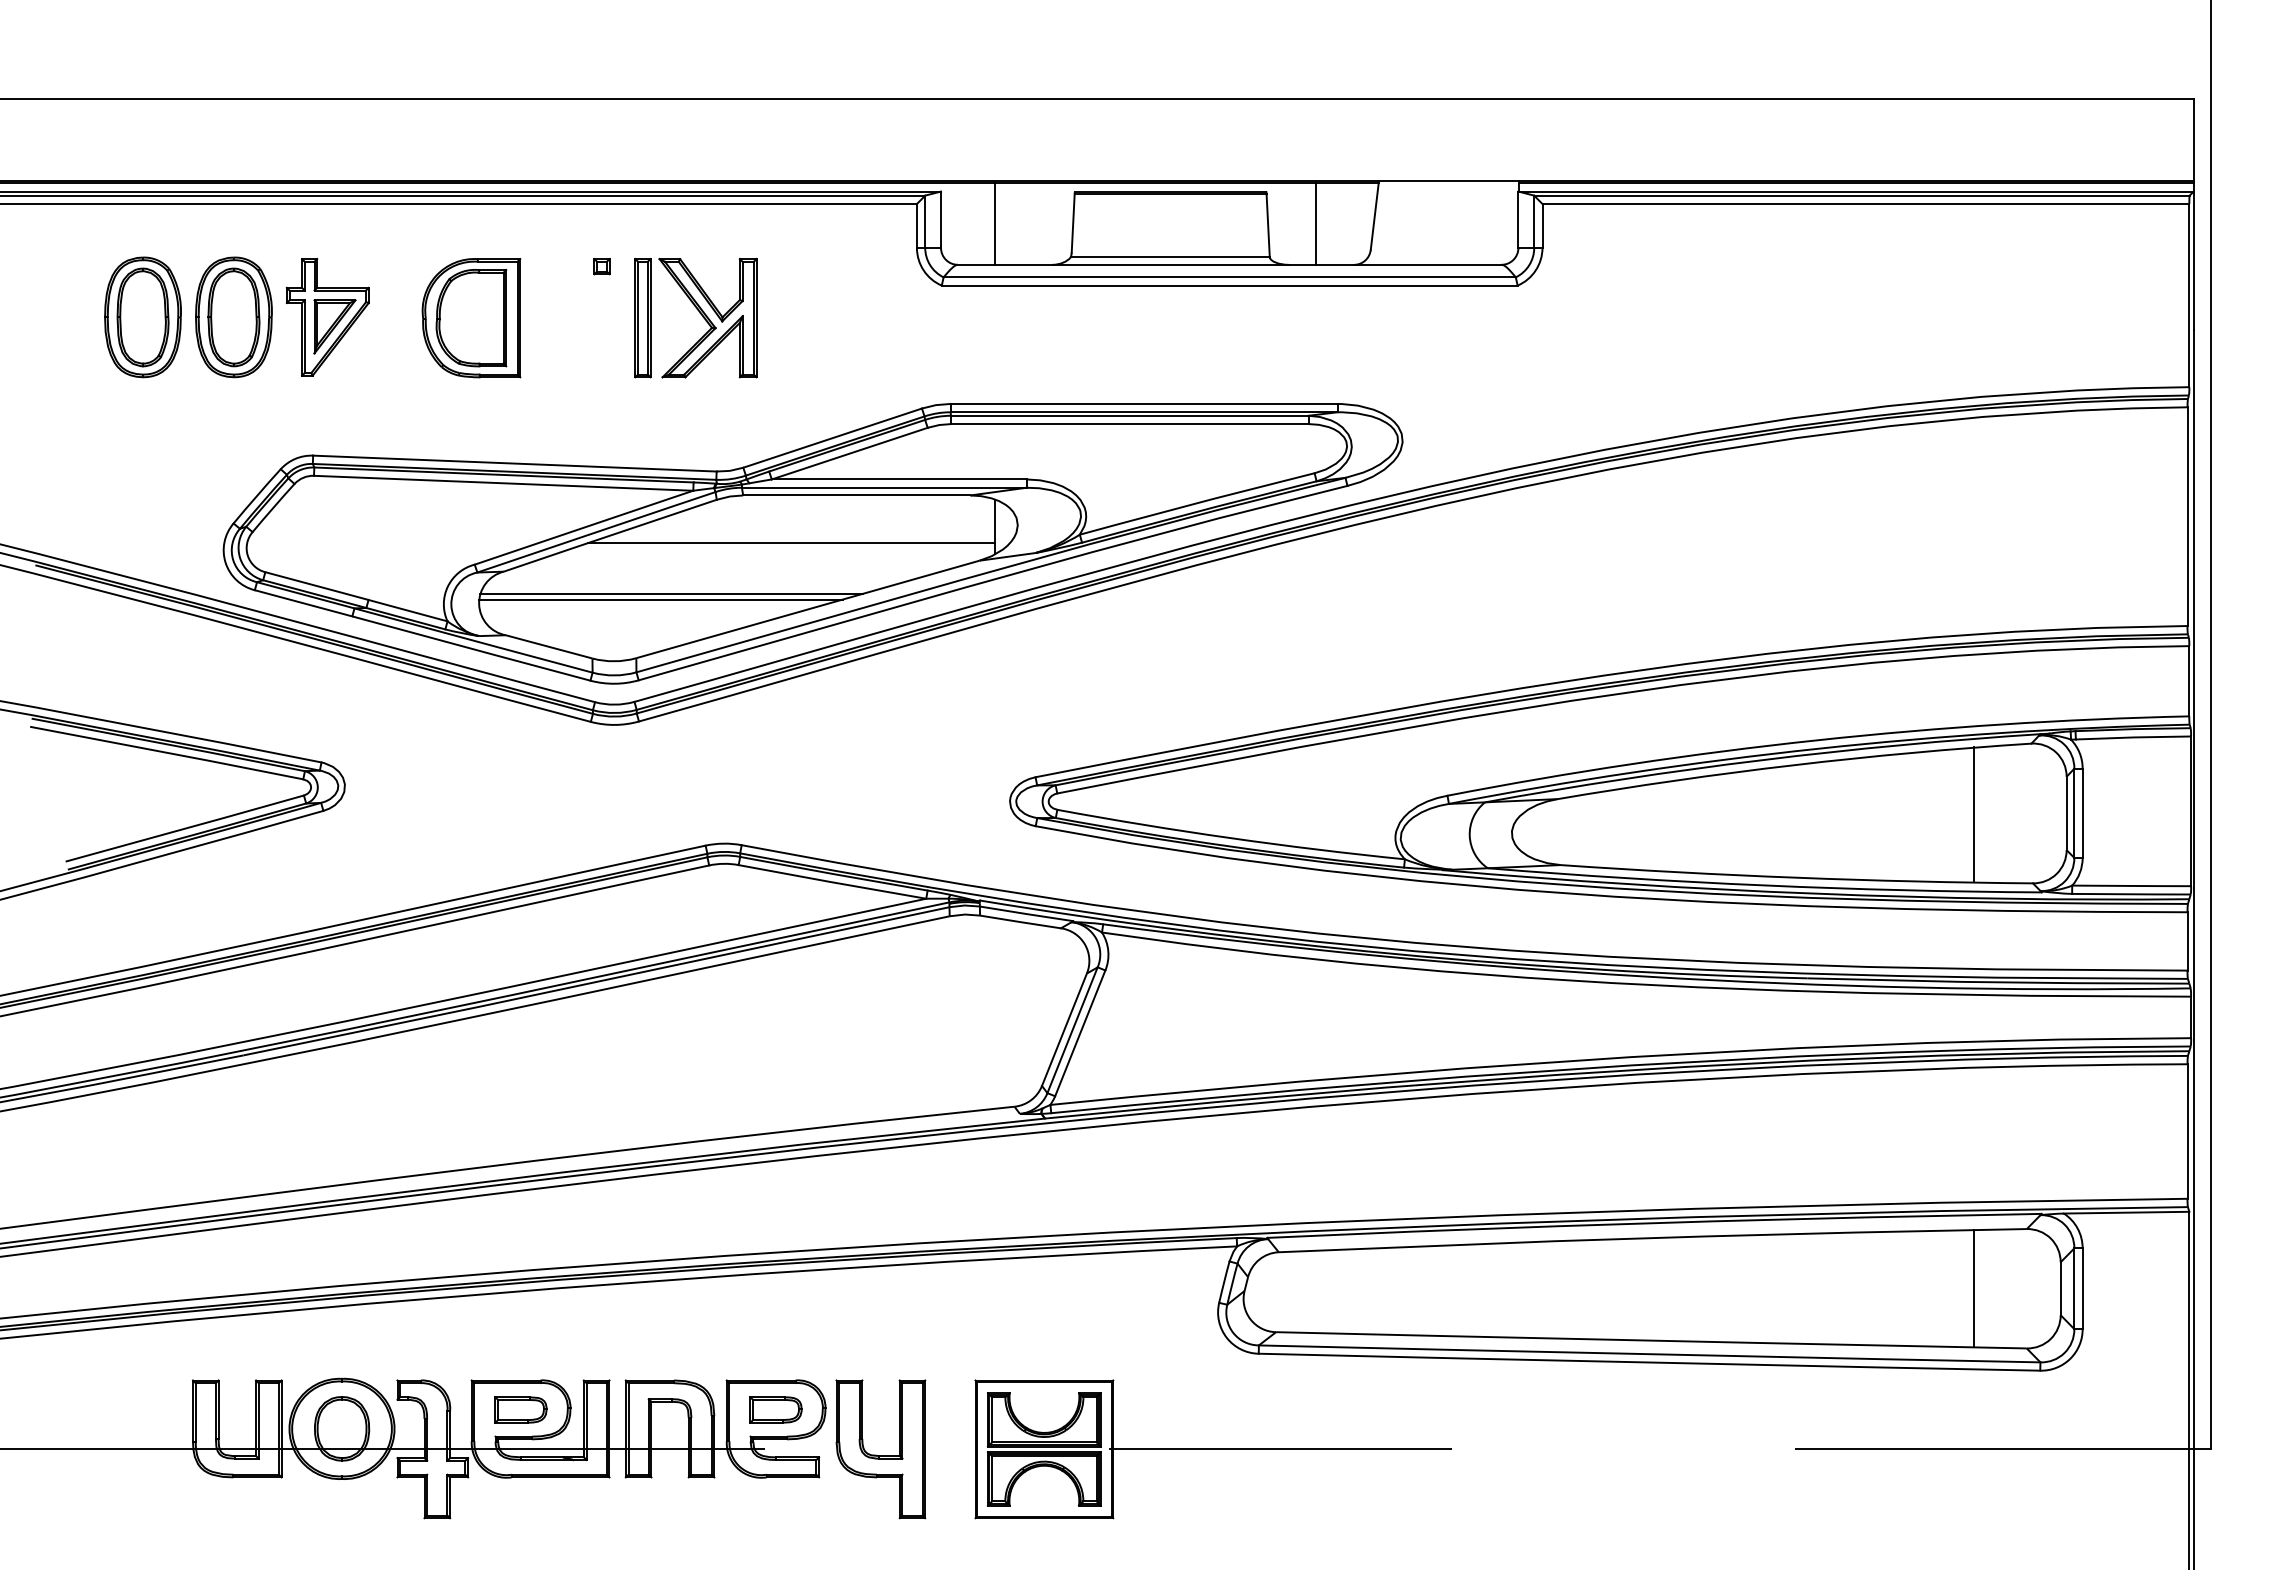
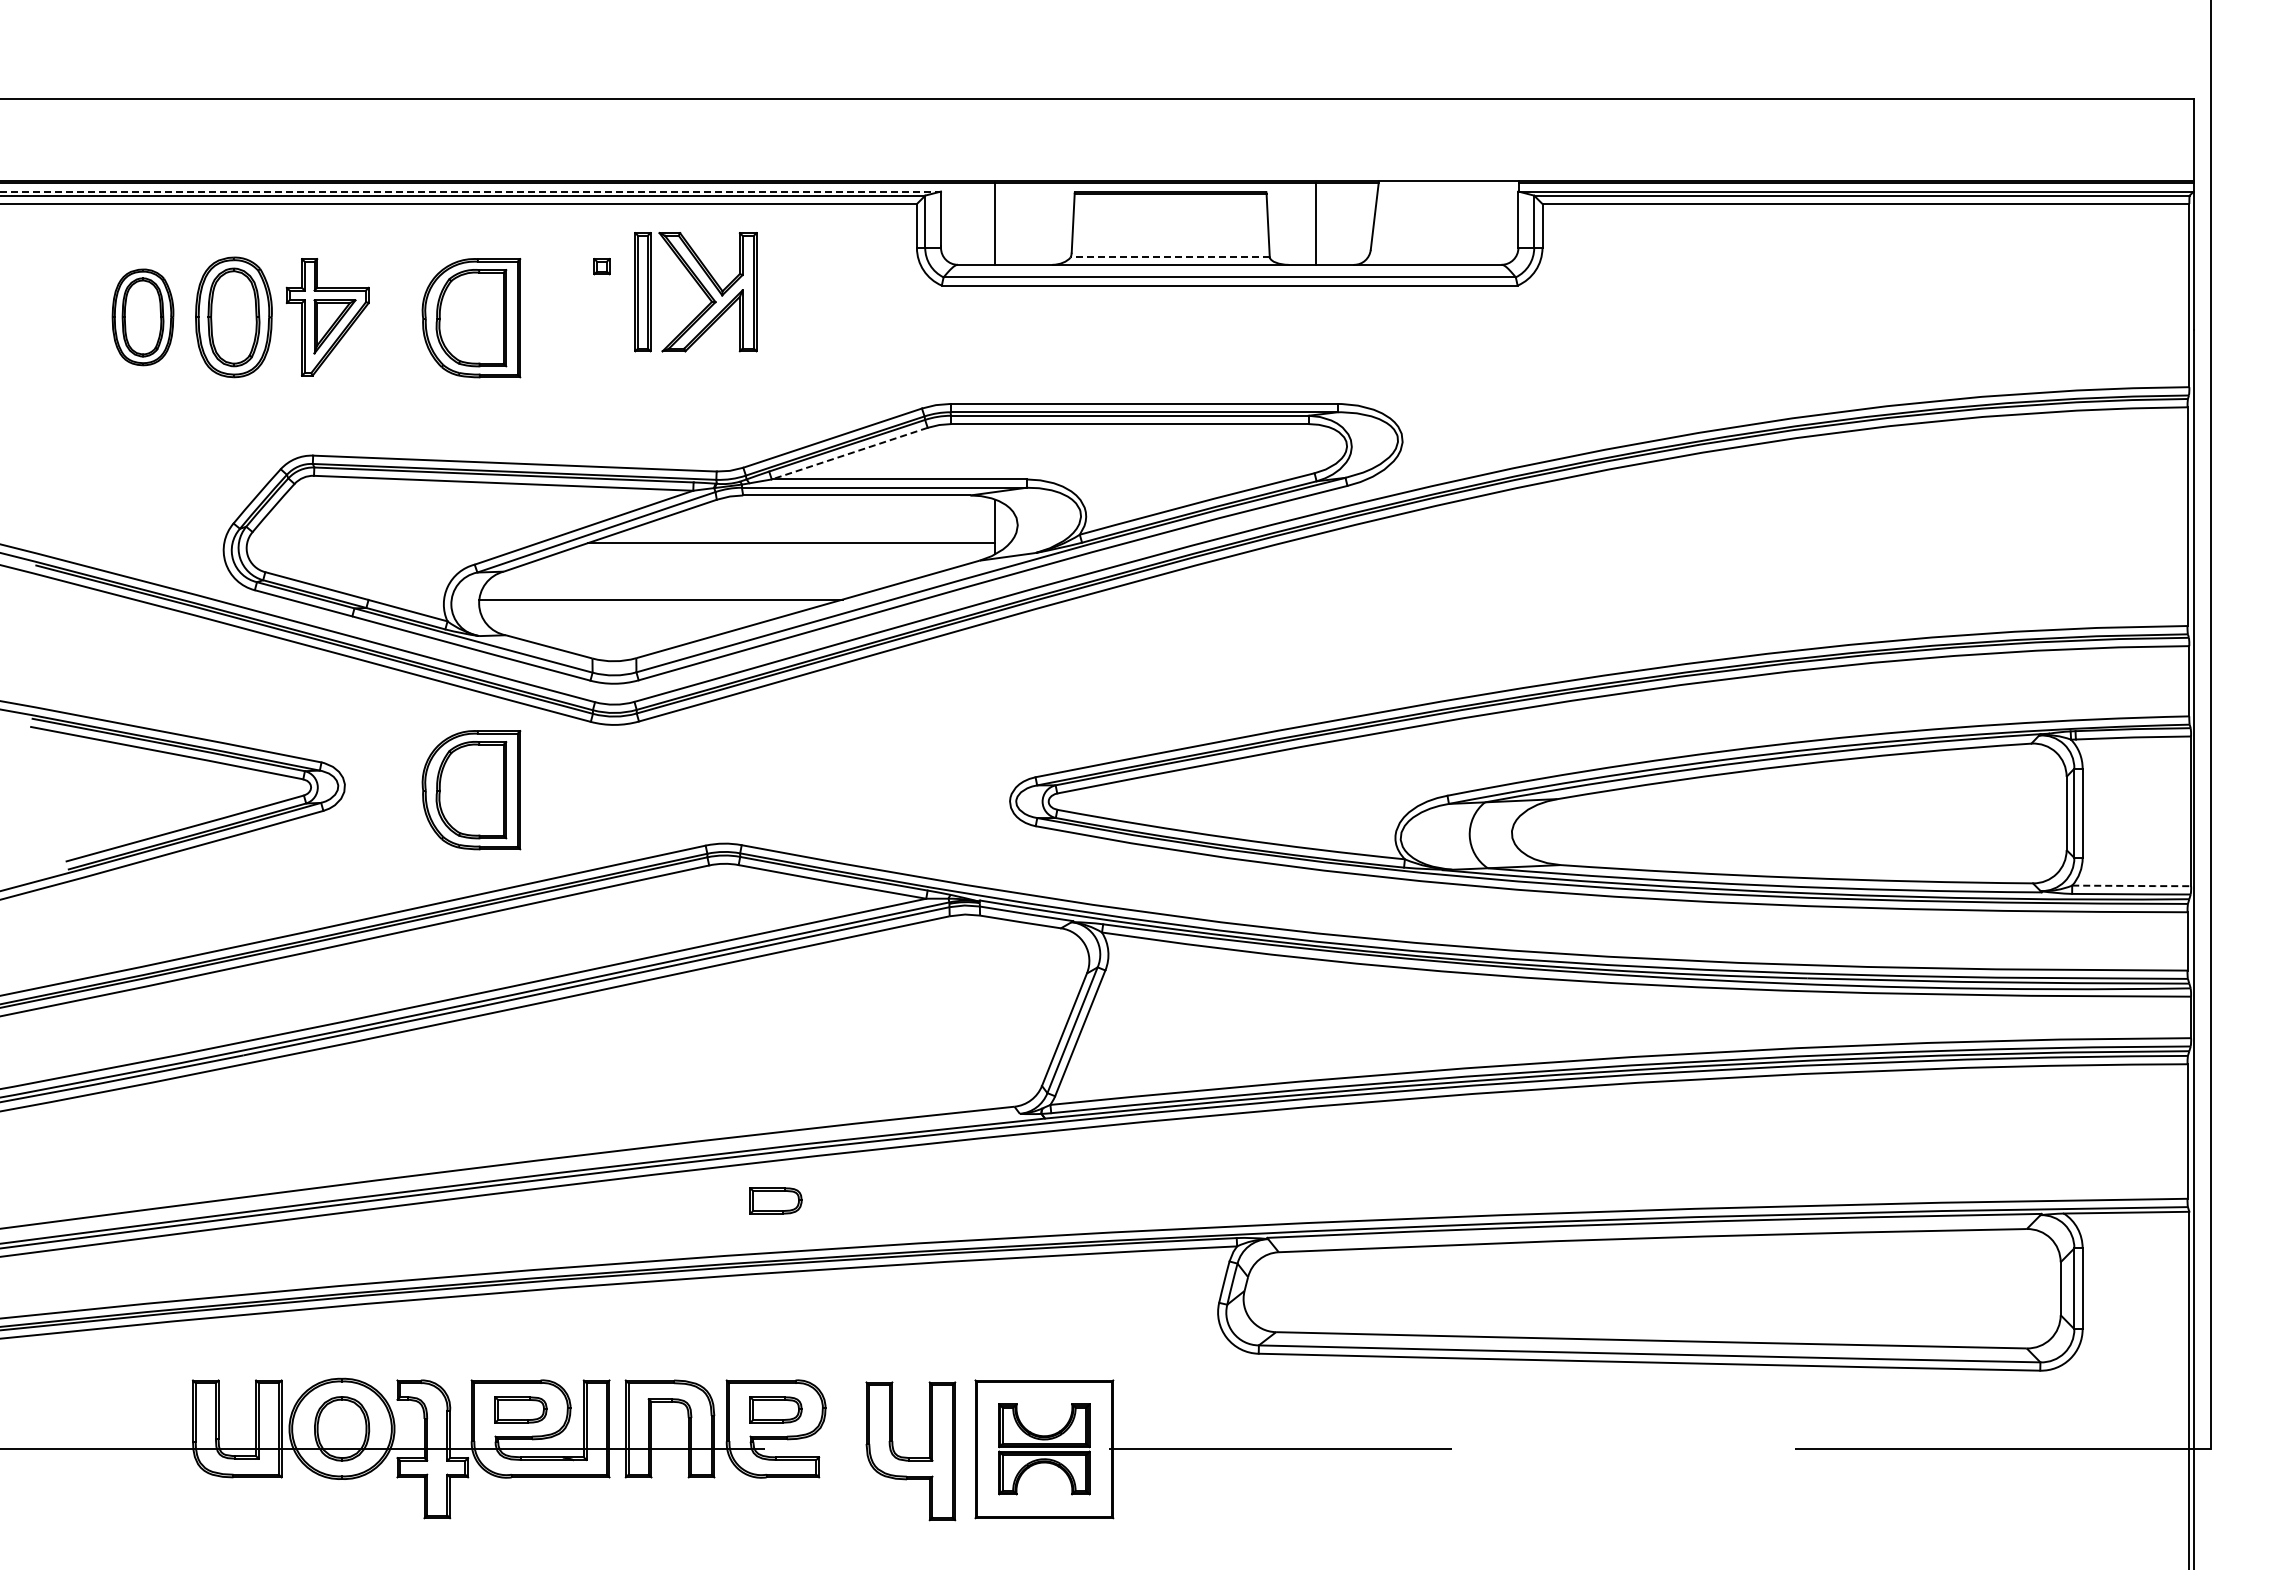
line at (471, 191): solid -> dashed
line at (1170, 257): solid -> dashed
part at (699, 313) position: (699, 313) -> (699, 287)
part at (142, 317) size: 78x123 px -> 64x99 px
line at (849, 453): solid -> dashed
line at (671, 593): present -> none
part at (471, 790): none -> present
line at (1974, 814): present -> none
line at (2132, 885): solid -> dashed
part at (775, 1200): none -> present
line at (1974, 1288): present -> none
part at (880, 1449) position: (880, 1449) -> (910, 1451)
part at (1044, 1449) size: 115x115 px -> 93x93 px
